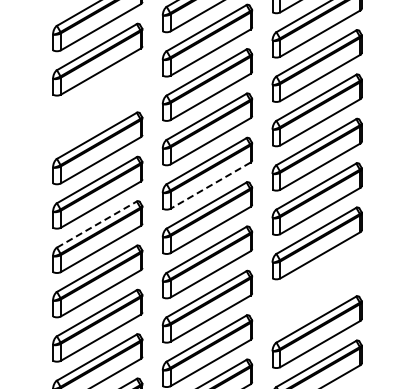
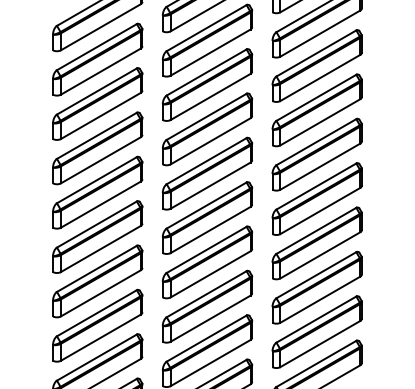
part at (97, 103): none -> present
line at (210, 185): dashed -> solid
line at (97, 224): dashed -> solid
part at (316, 287): none -> present
